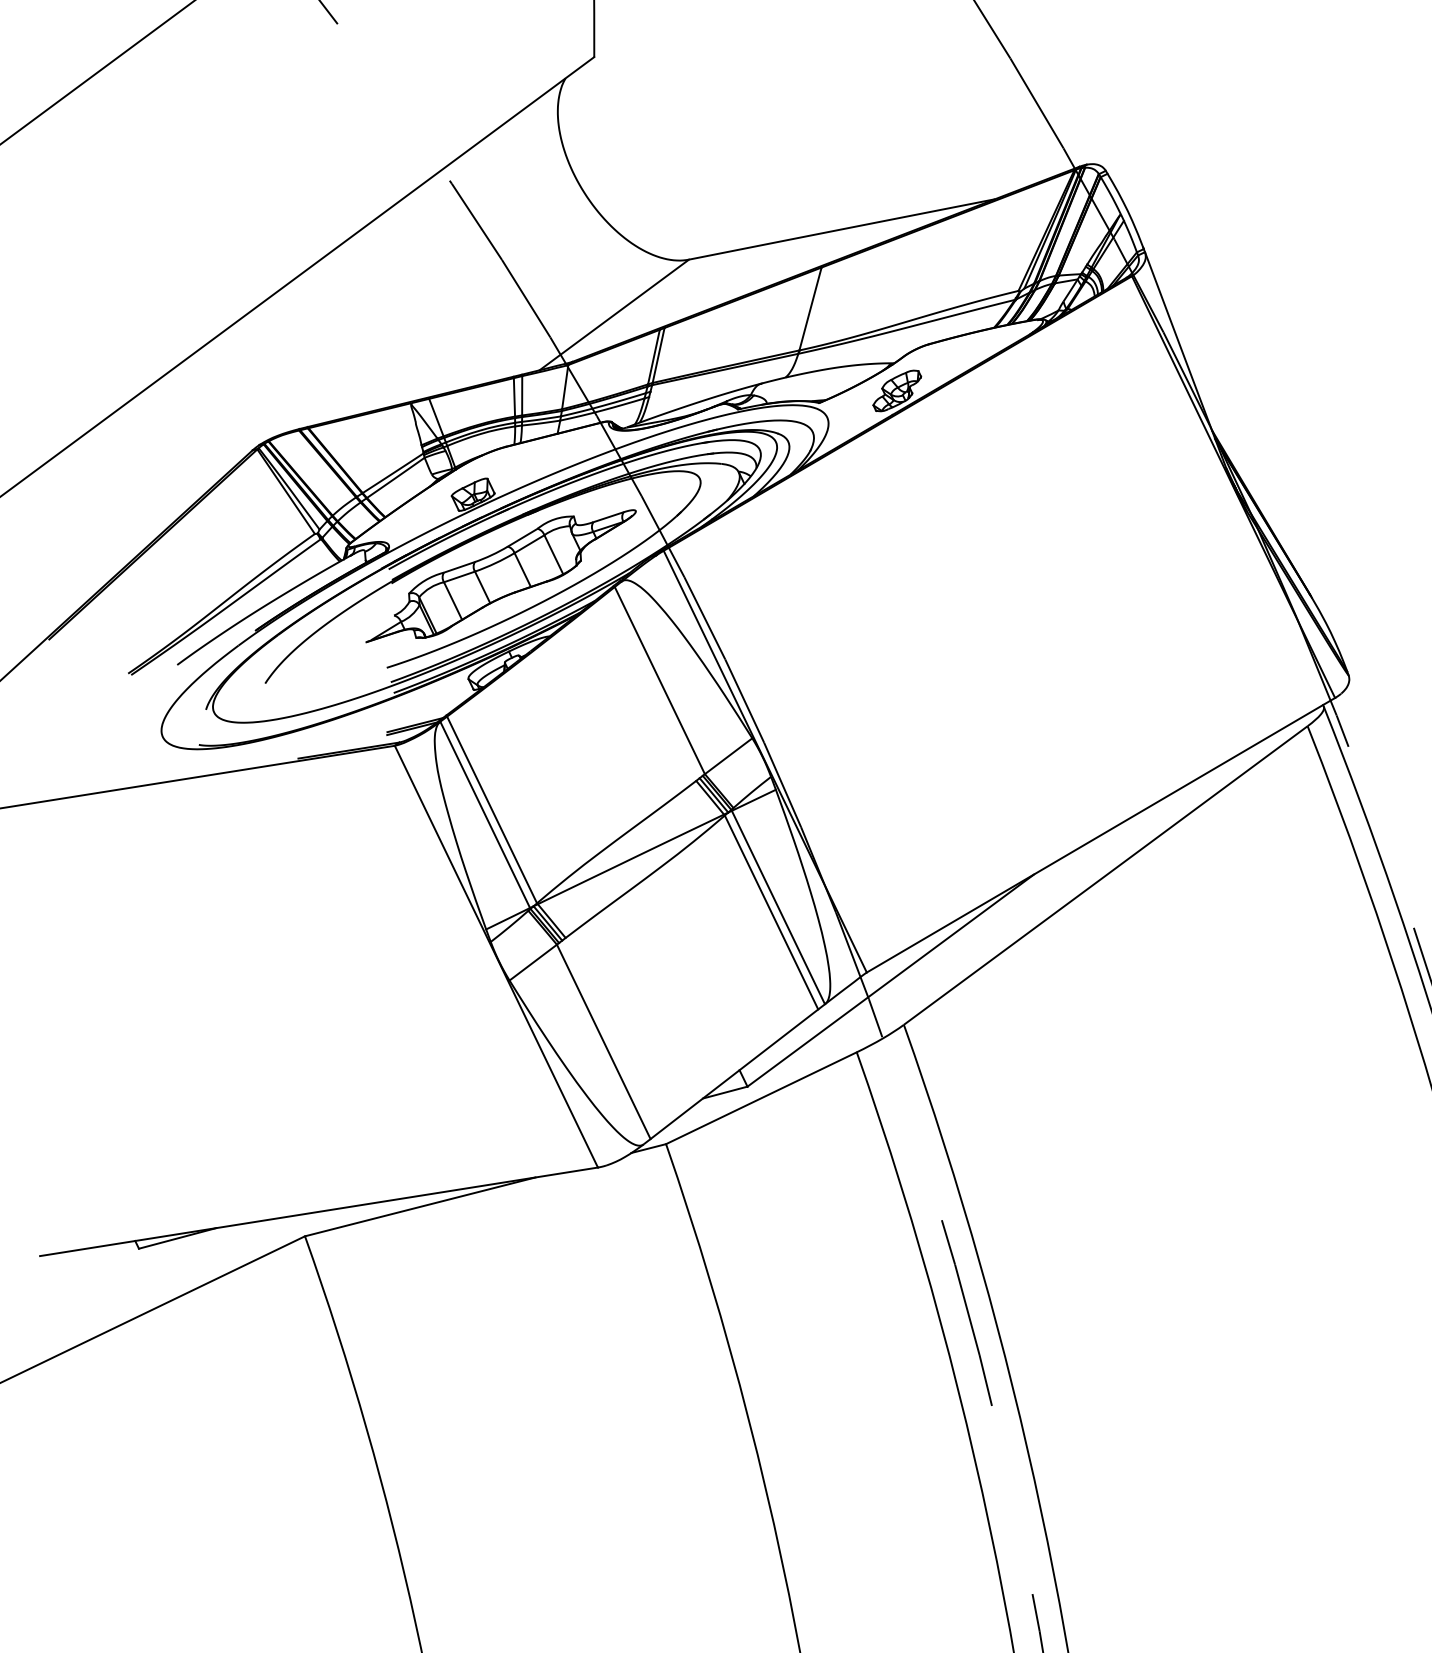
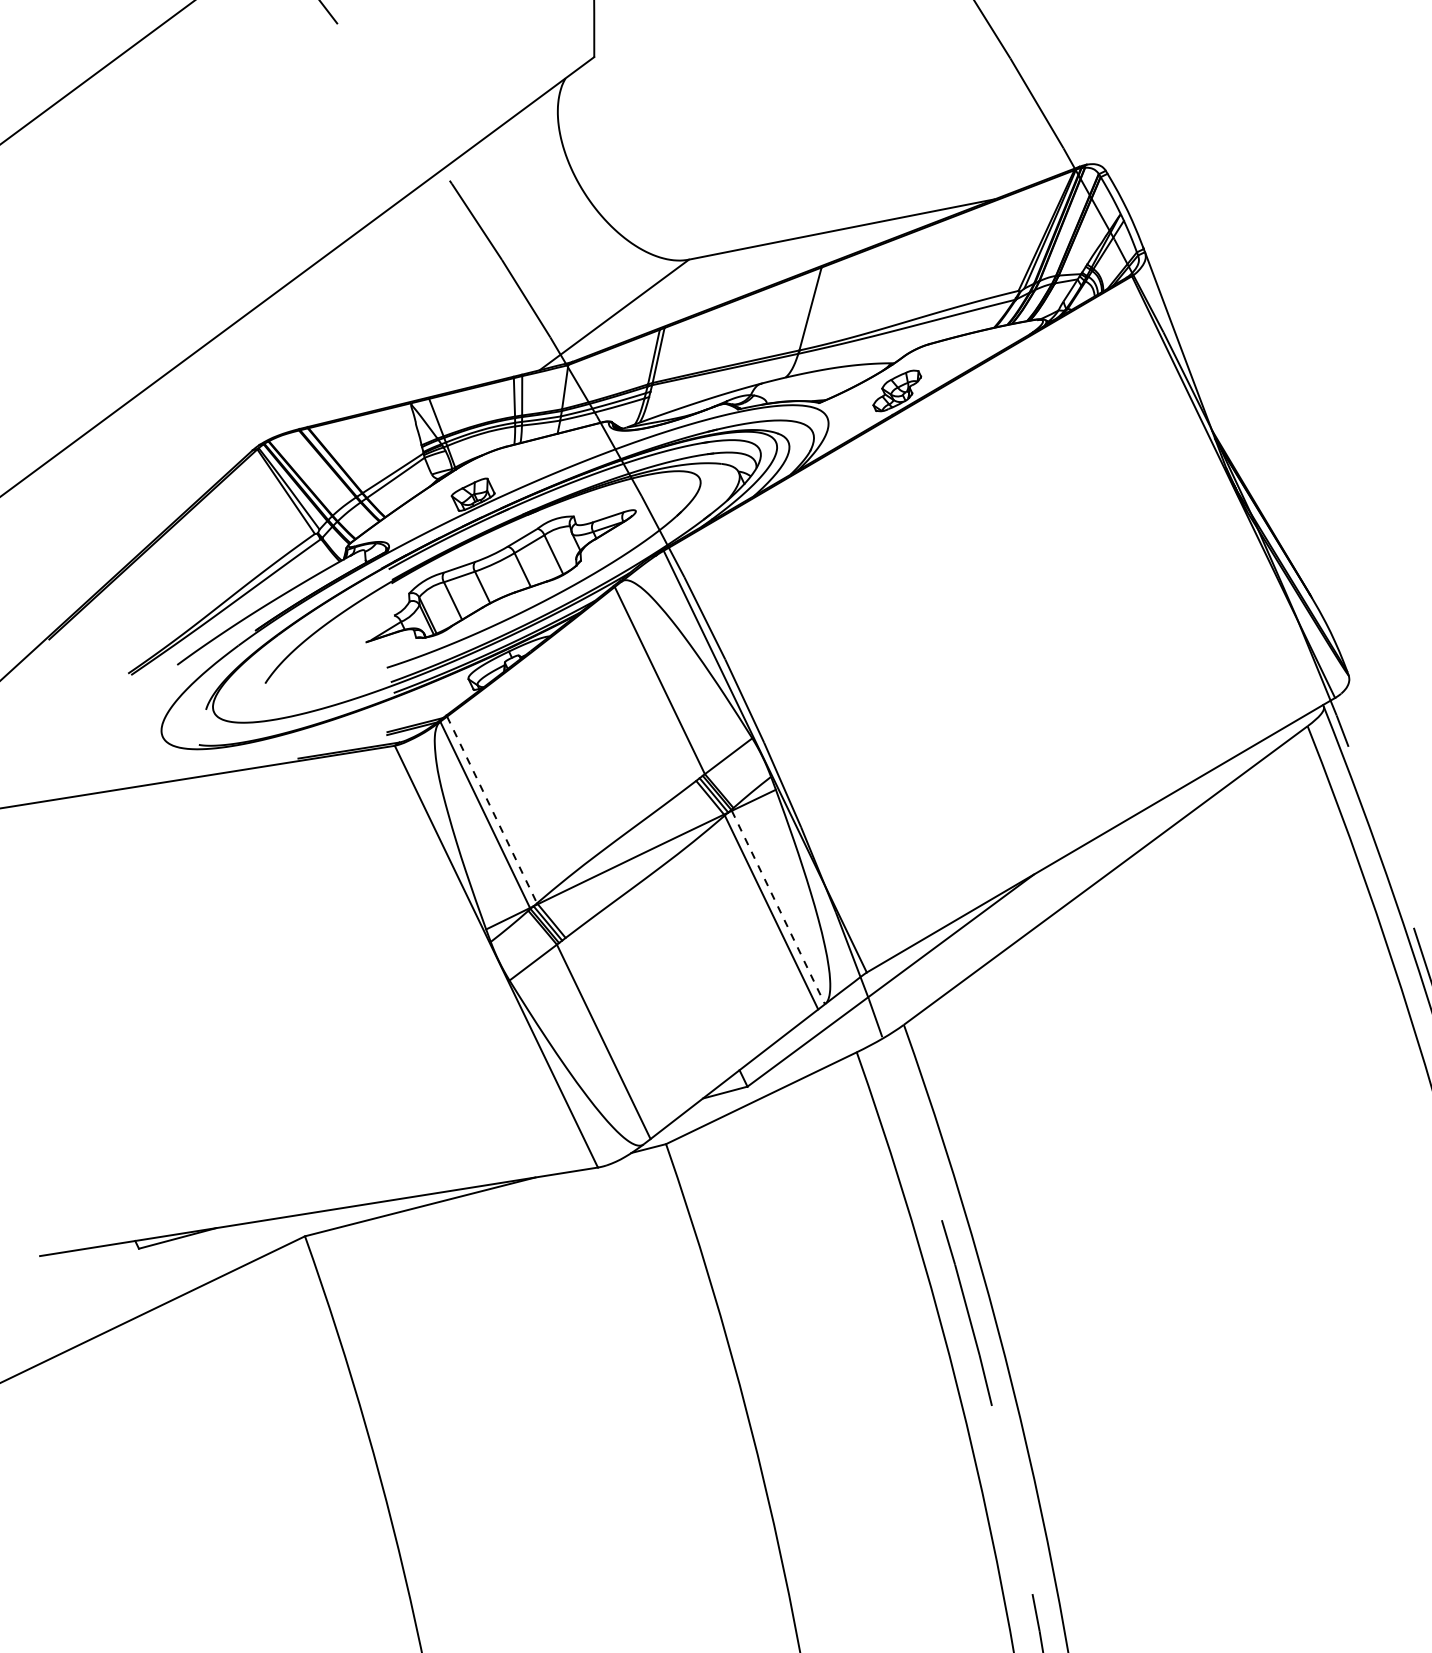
line at (492, 809): solid -> dashed
line at (778, 908): solid -> dashed
